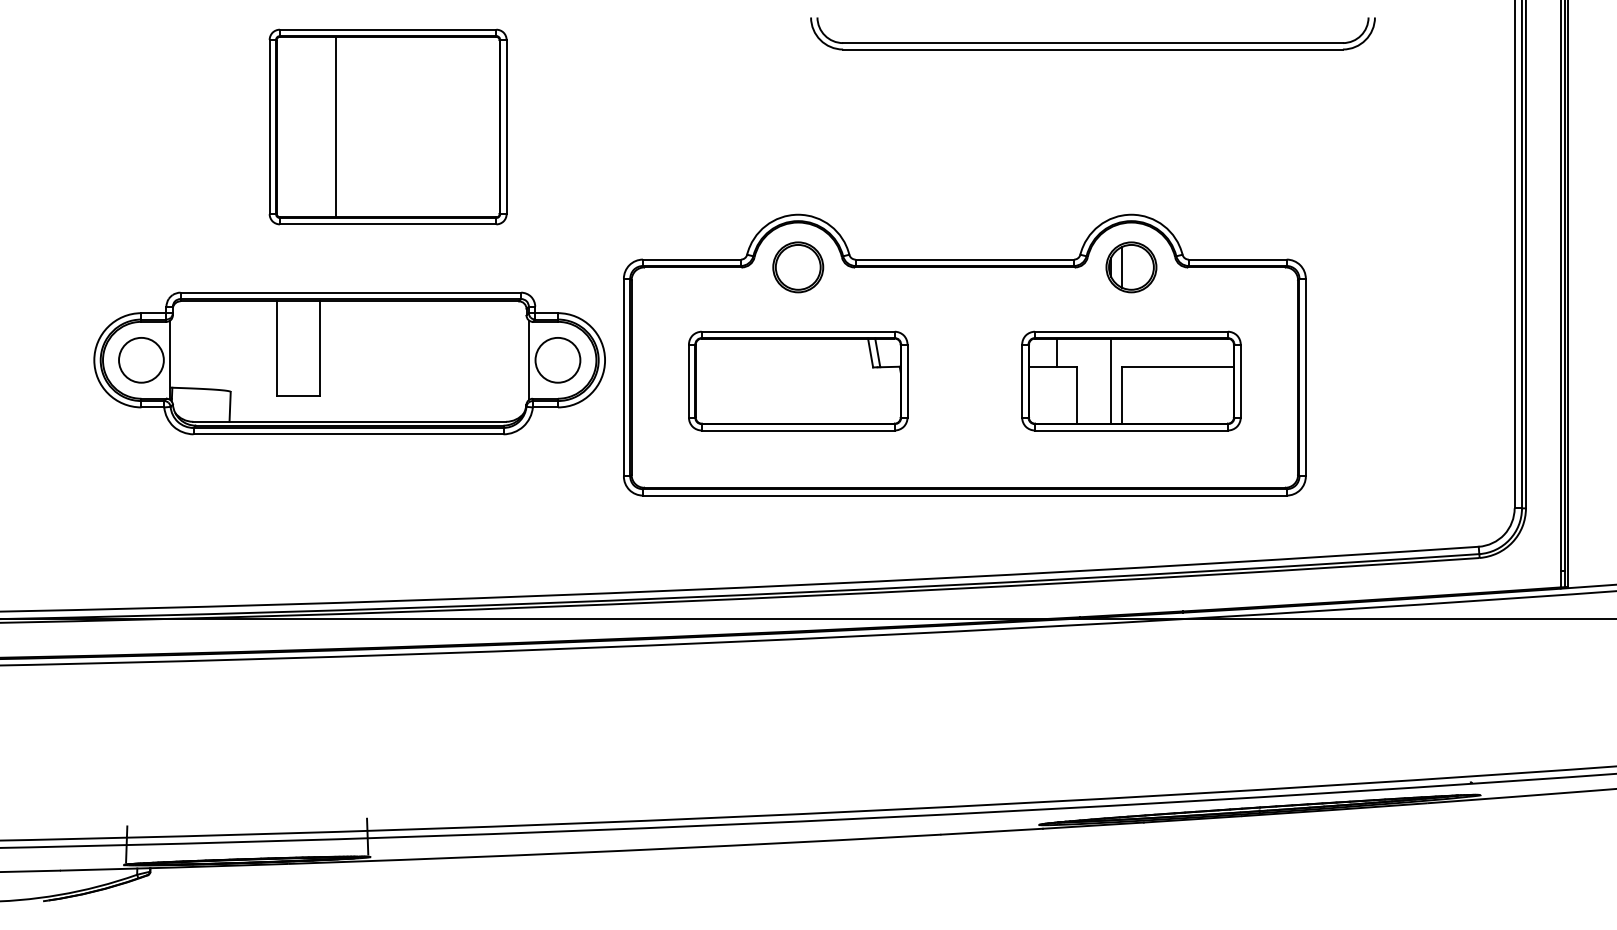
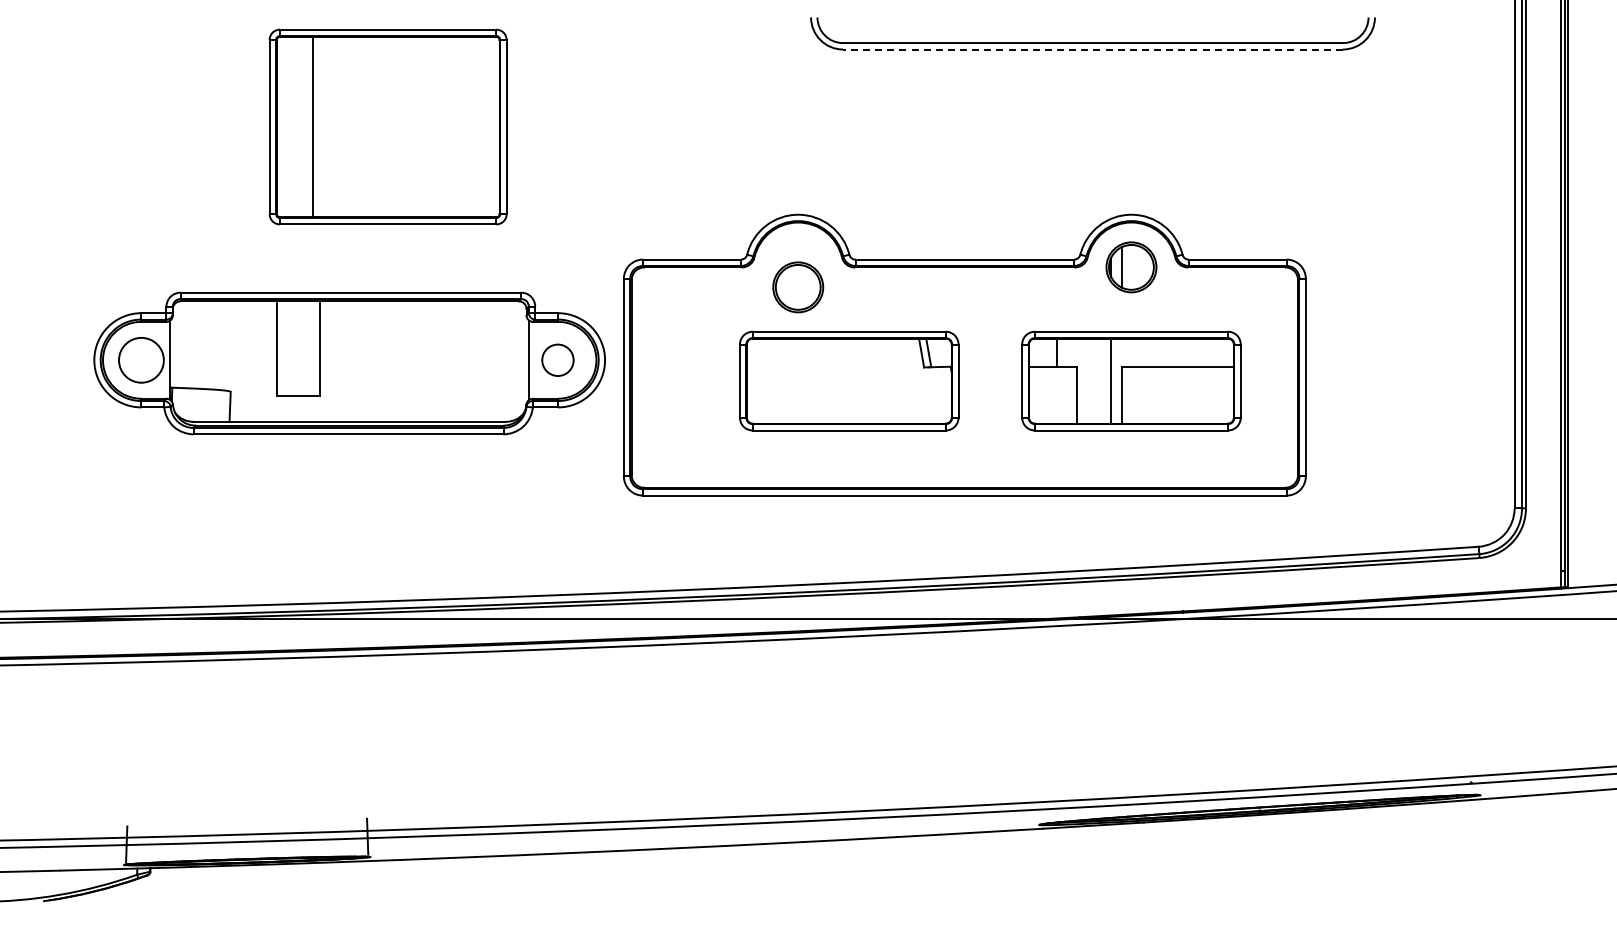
line at (1093, 49): solid -> dashed
line at (336, 126) position: (336, 126) -> (313, 126)
part at (798, 267) position: (798, 267) -> (798, 287)
circle at (557, 359) diameter: 45 px -> 31 px
part at (798, 380) position: (798, 380) -> (849, 380)
